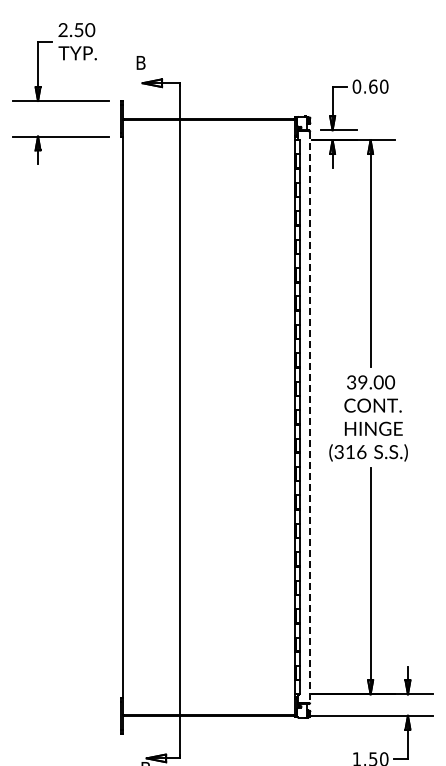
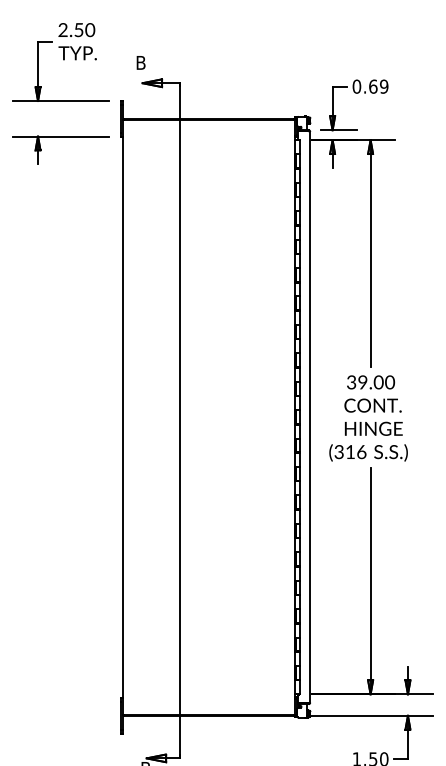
text at (384, 86): 0.60 -> 0.69
line at (310, 417): dashed -> solid
